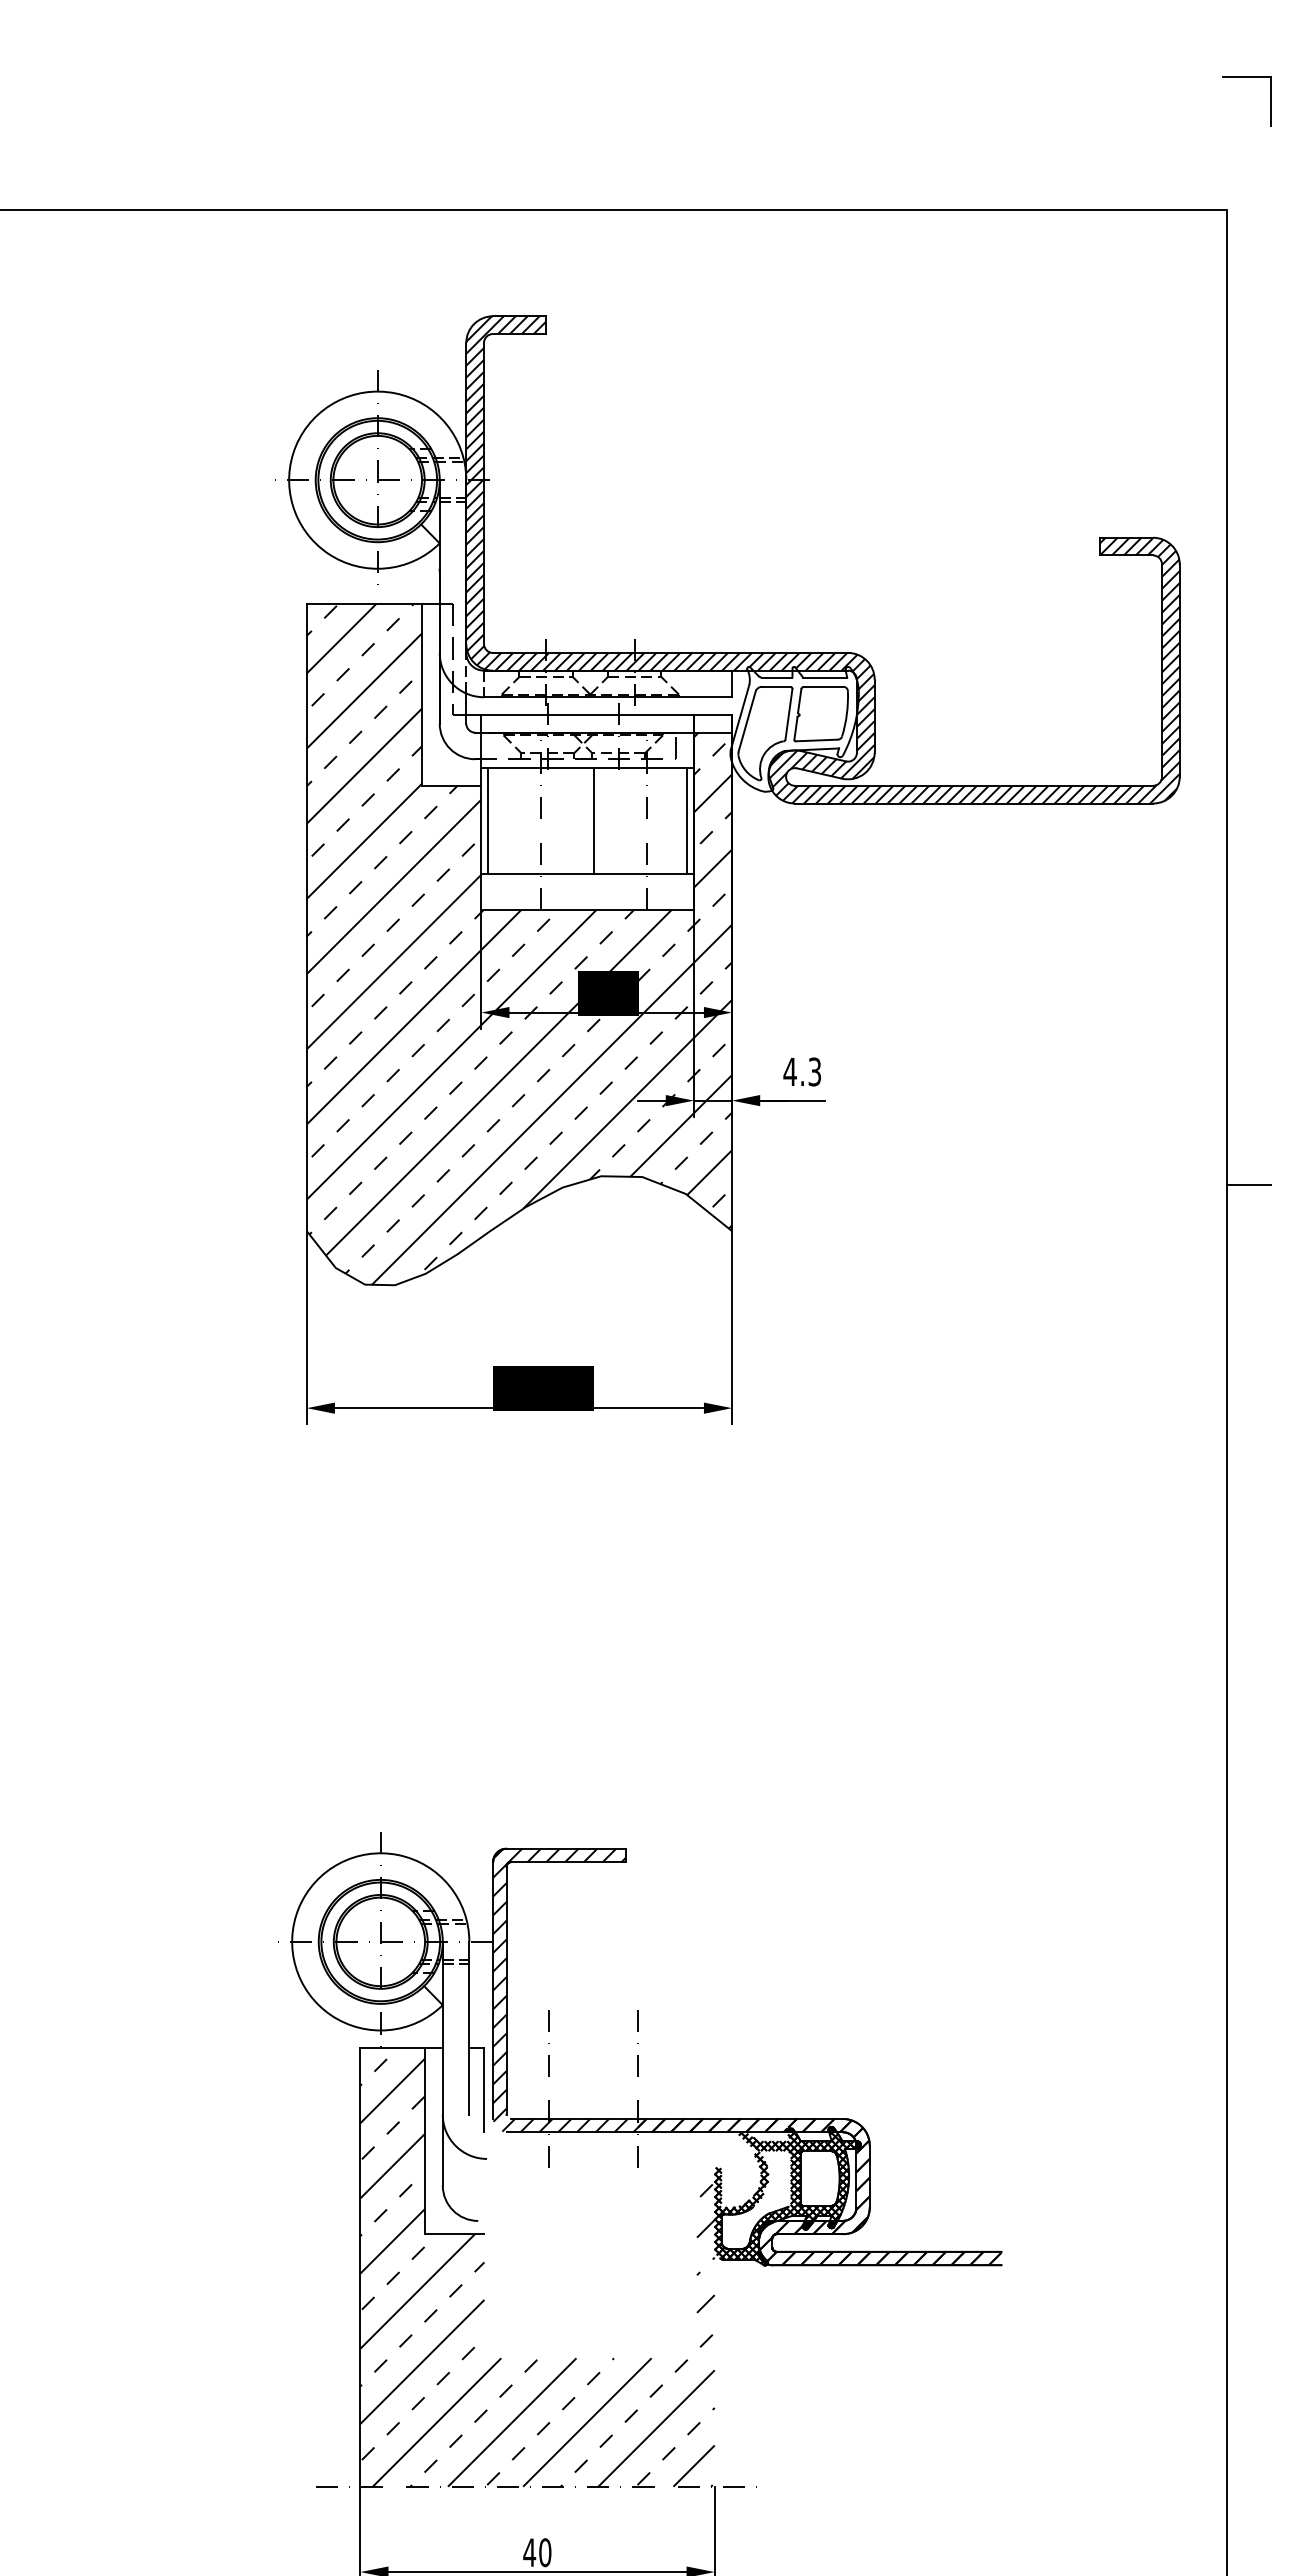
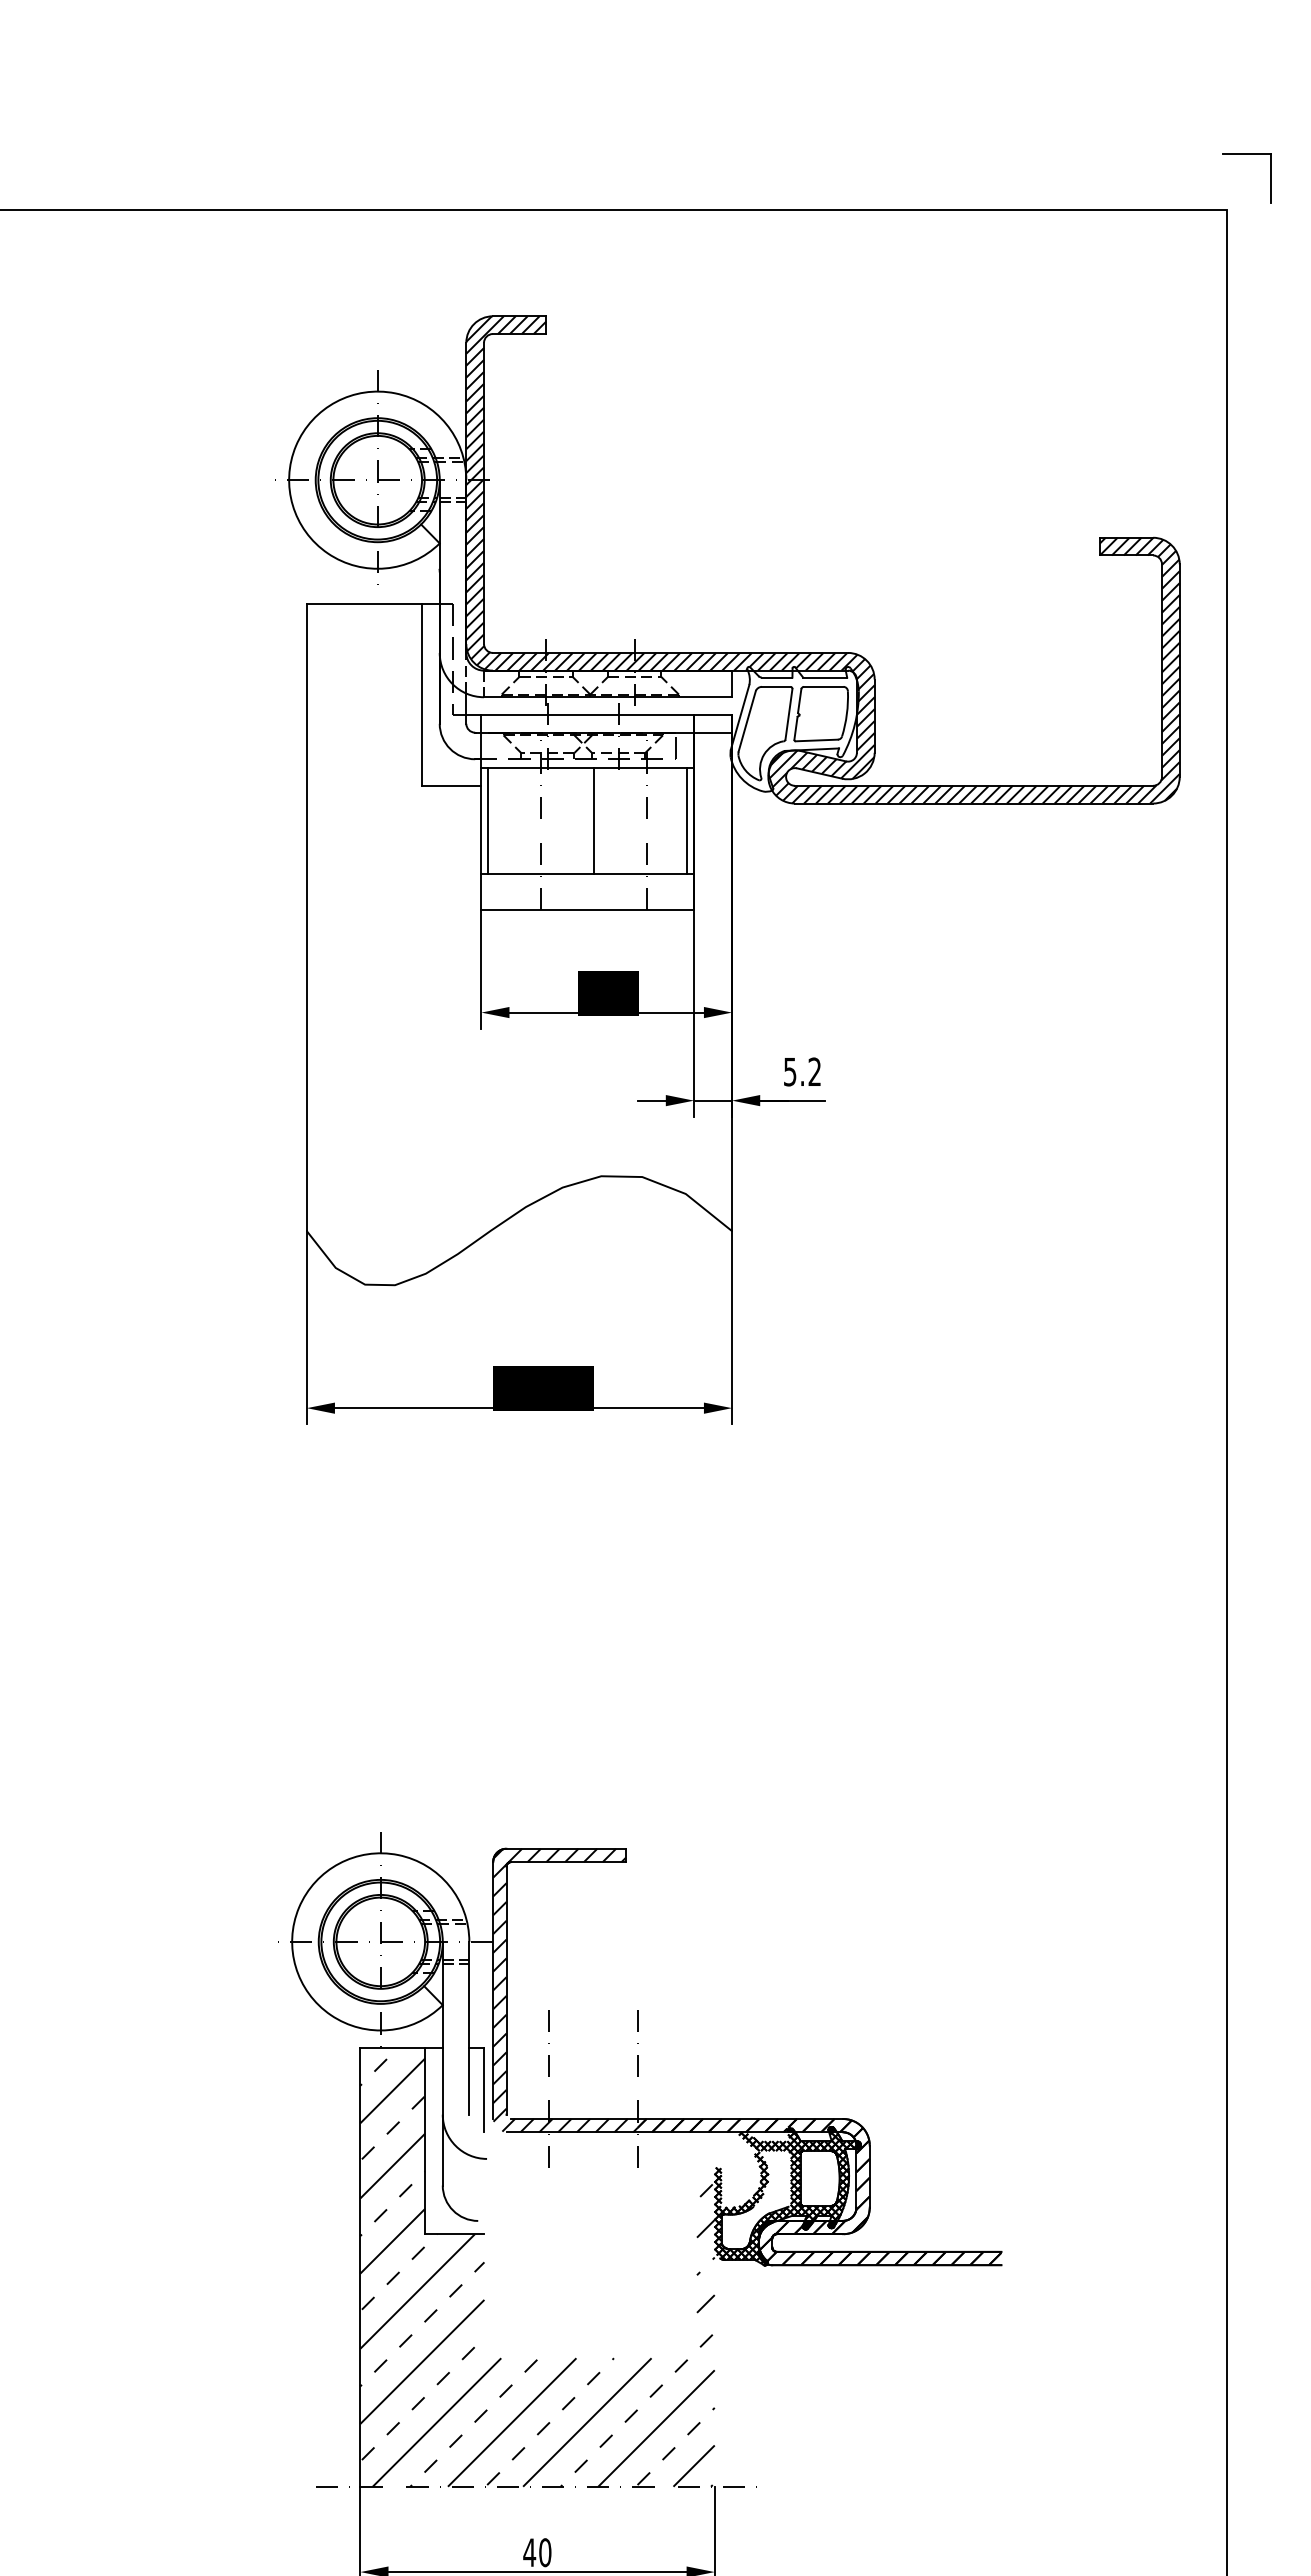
part at (1246, 77) position: (1246, 77) -> (1246, 154)
hatch at (519, 944): present -> none
text at (802, 1071): 4.3 -> 5.2
line at (1249, 1184): present -> none
